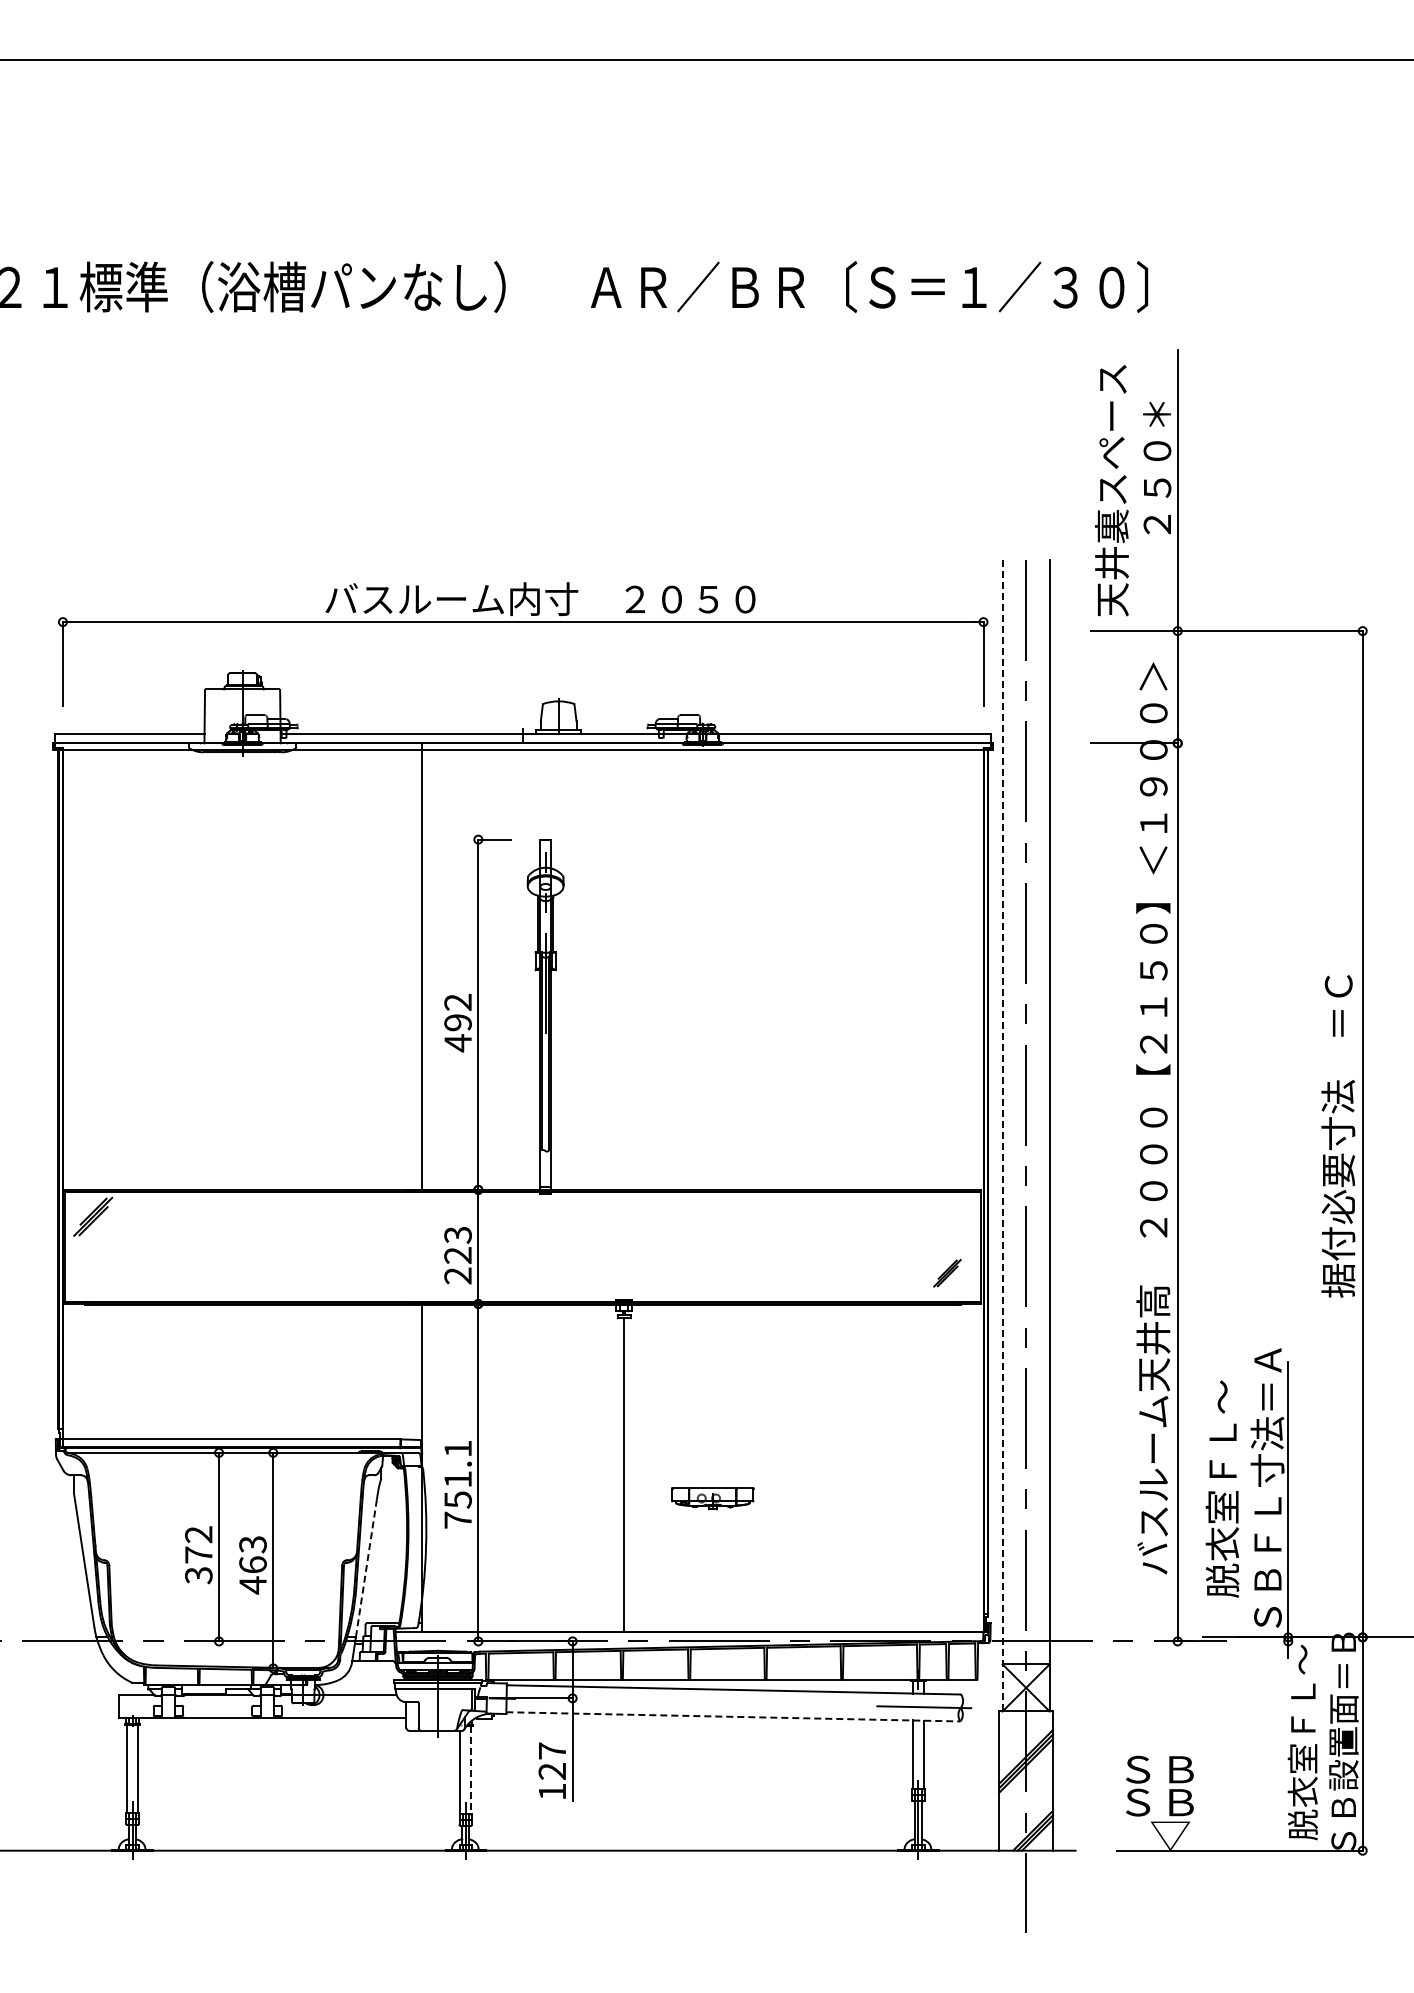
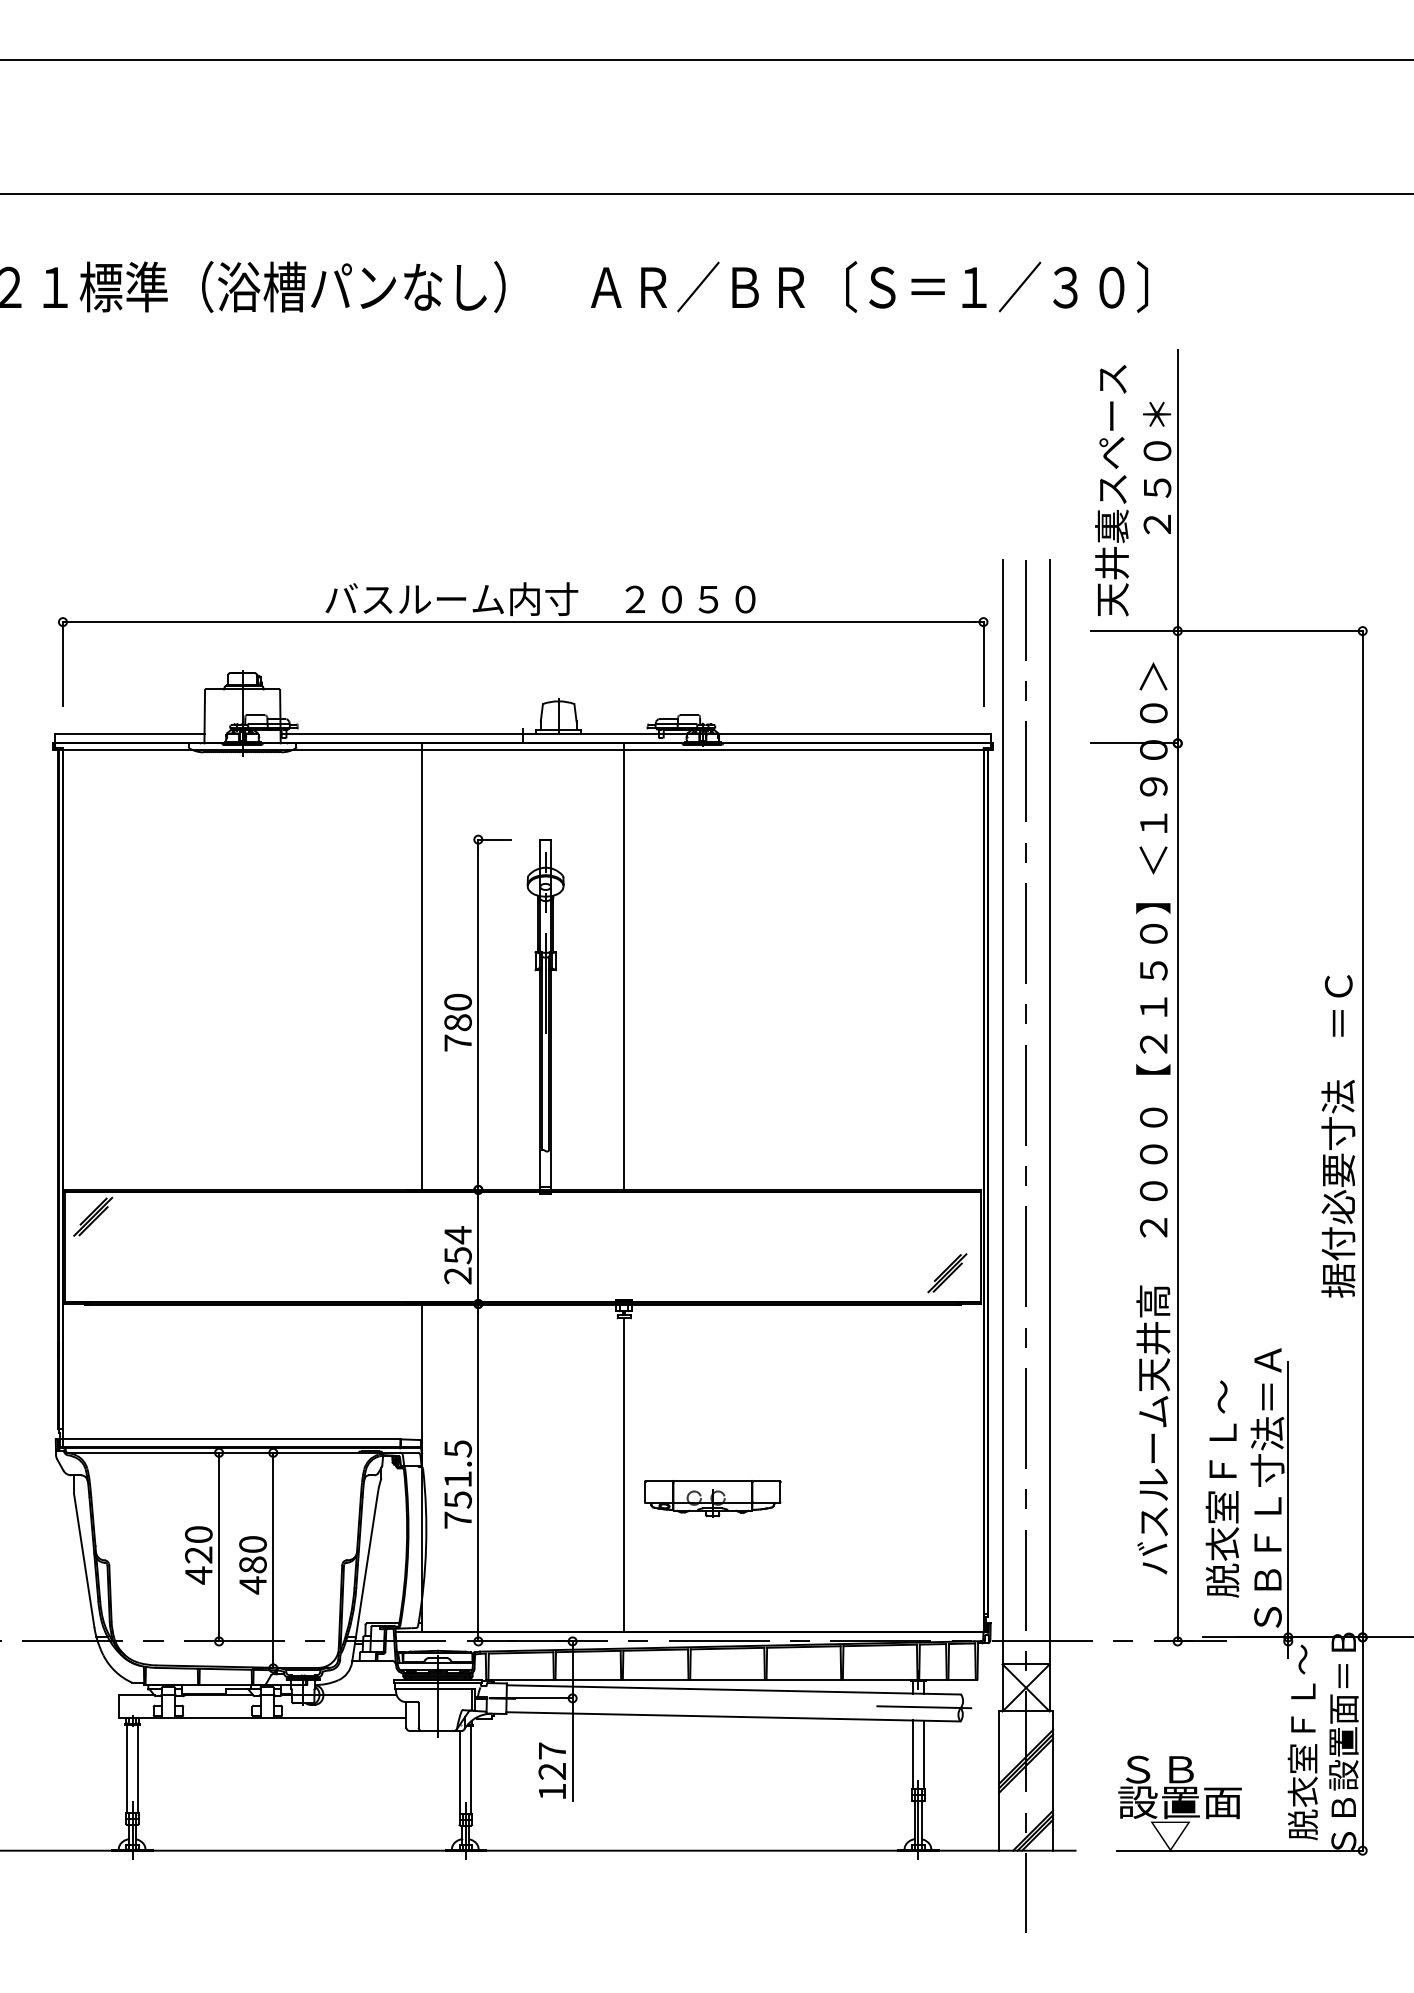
line at (706, 194): none -> present
line at (624, 966): none -> present
text at (457, 1022): 492 -> 780
line at (1002, 1135): dashed -> solid
text at (457, 1245): 223 -> 254
part at (947, 1273) size: 29x29 px -> 41x41 px
text at (457, 1448): 751.1 -> 751.5
part at (712, 1498) size: 84x24 px -> 138x38 px
text at (252, 1554): 463 -> 480
text at (198, 1555): 372 -> 420
line at (366, 1568): dashed -> solid
line at (733, 1716): dashed -> solid
line at (471, 1770): dashed -> solid
text at (1179, 1802): ＳＢ -> 設置面
